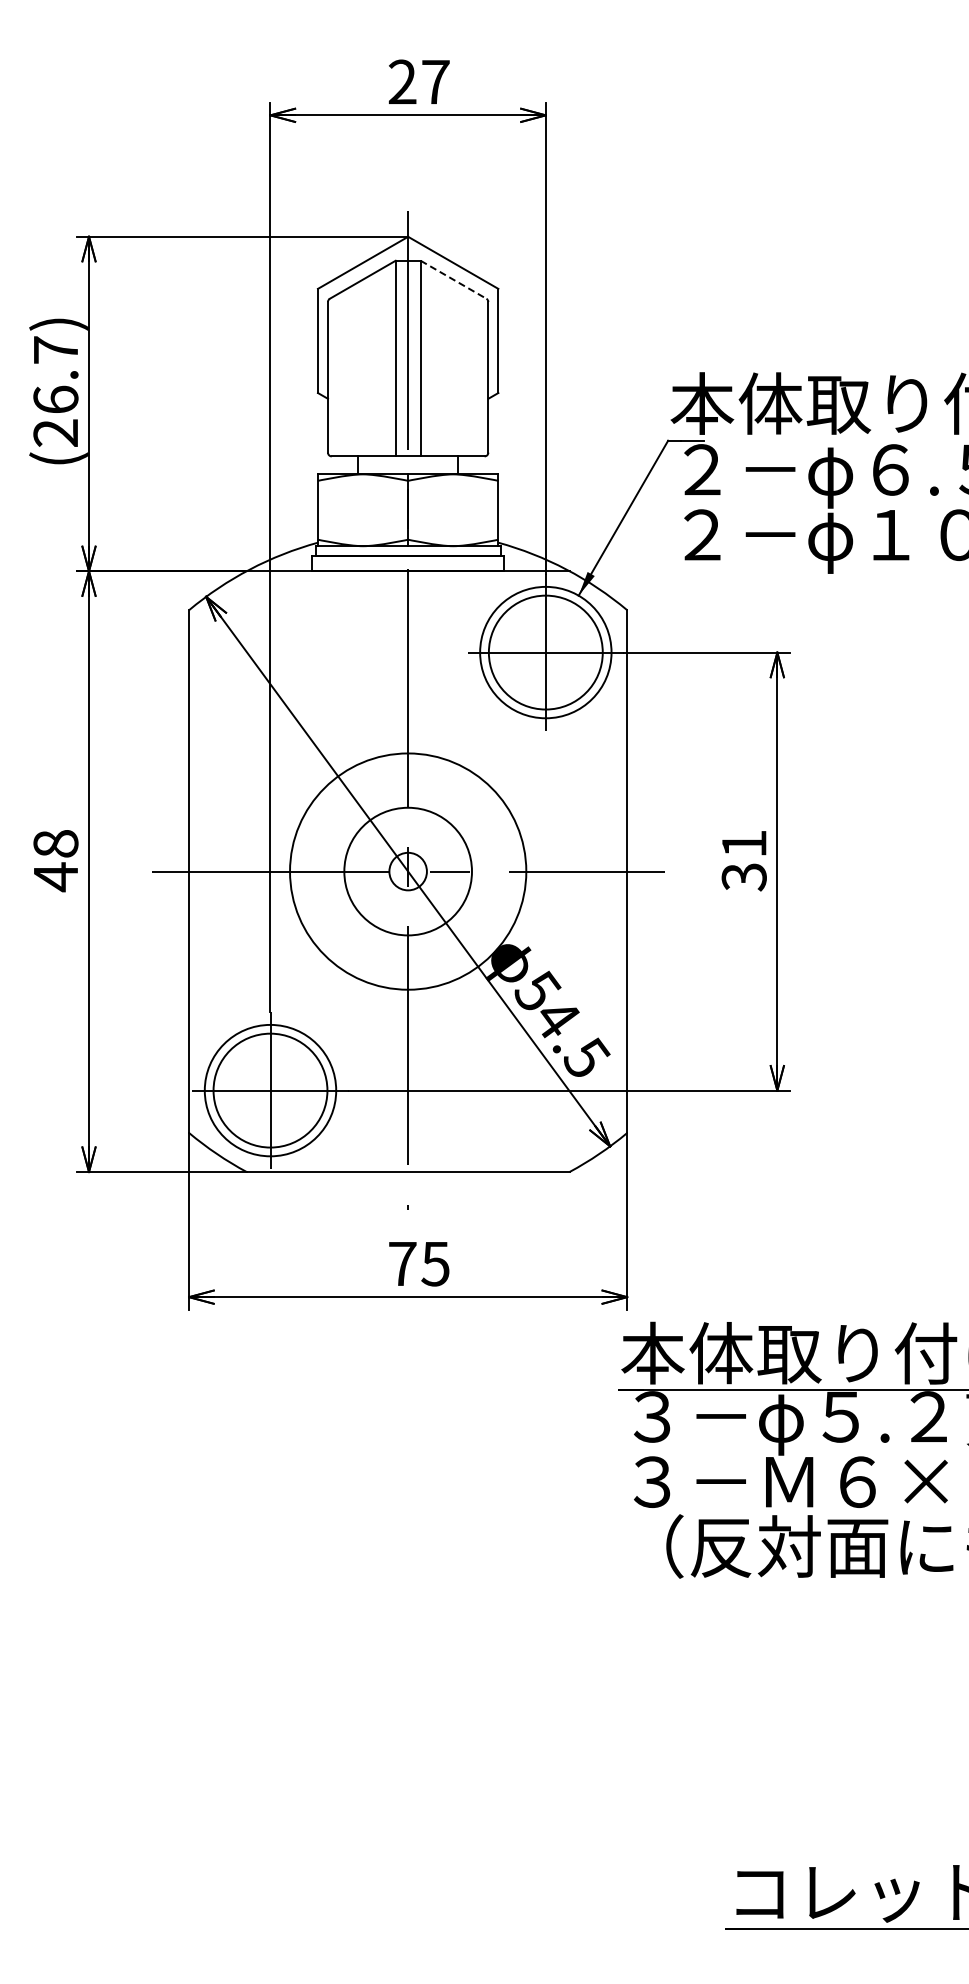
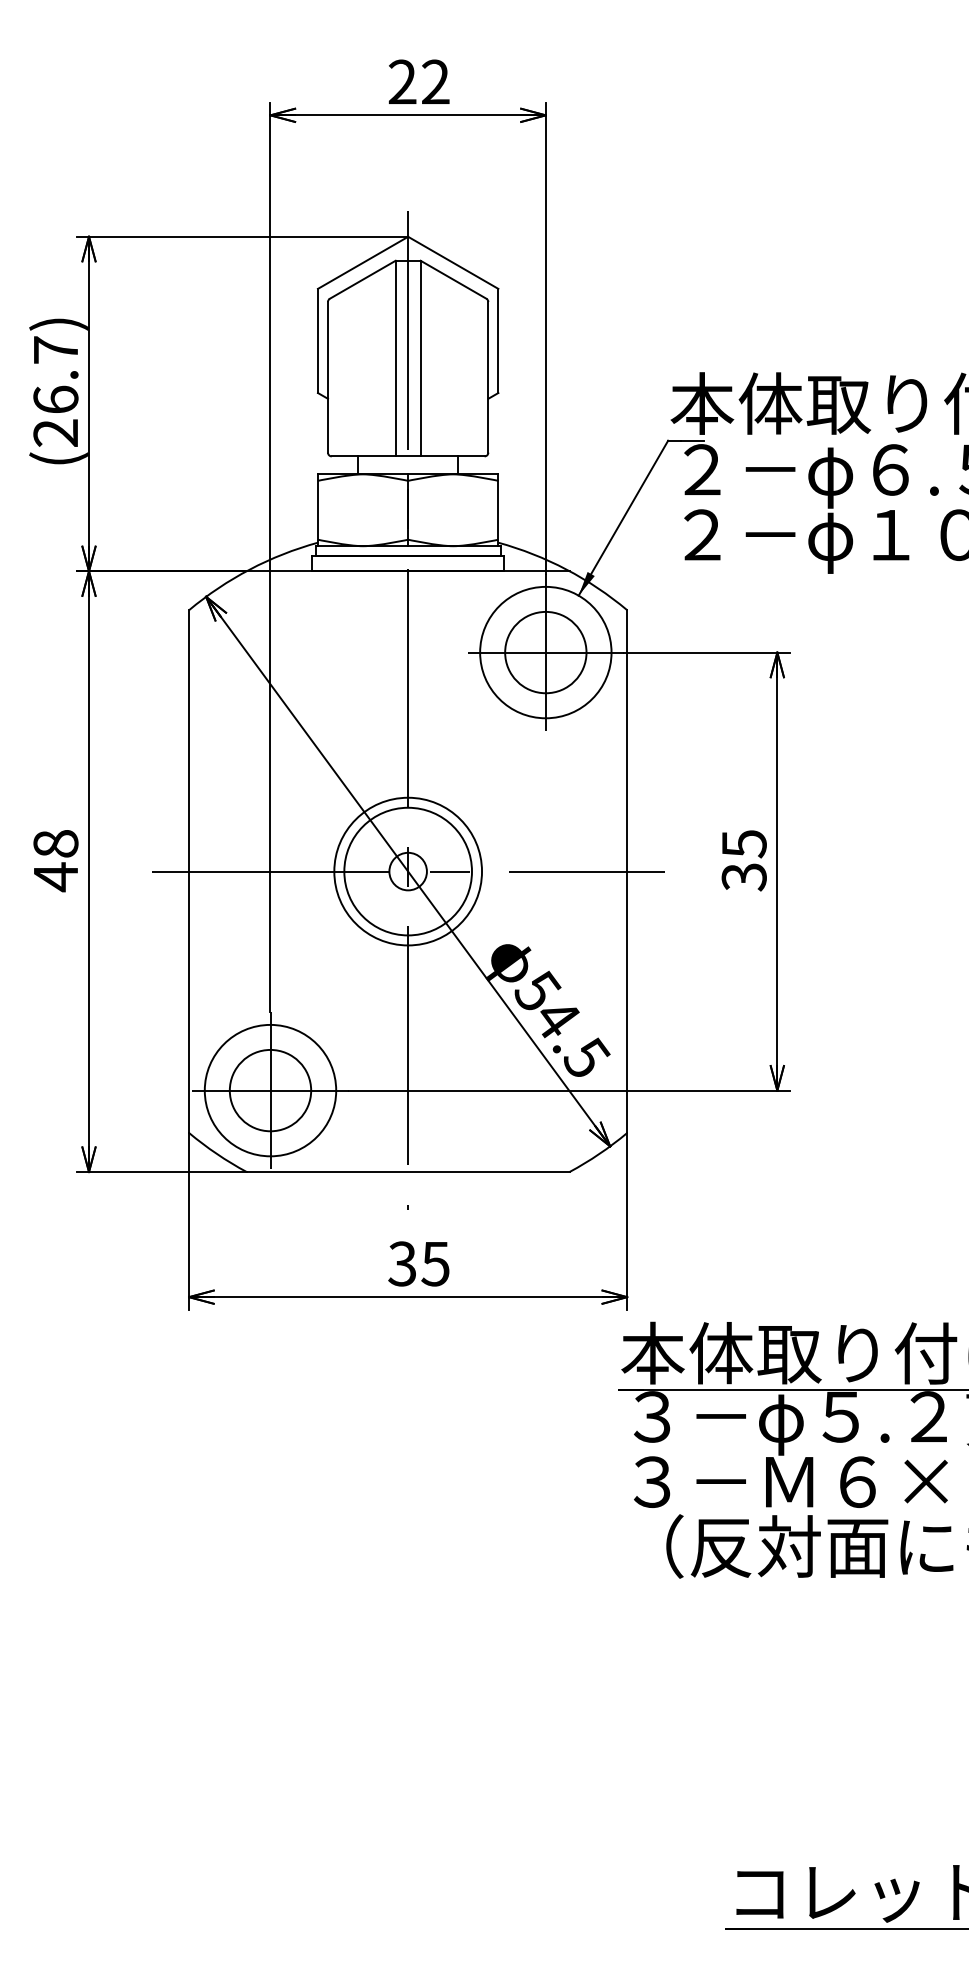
text at (435, 81): 27 -> 22
line at (453, 279): dashed -> solid
circle at (545, 652) diameter: 114 px -> 81 px
text at (744, 844): 31 -> 35
circle at (408, 871) diameter: 236 px -> 148 px
circle at (270, 1090) diameter: 114 px -> 81 px
text at (402, 1263): 75 -> 35
